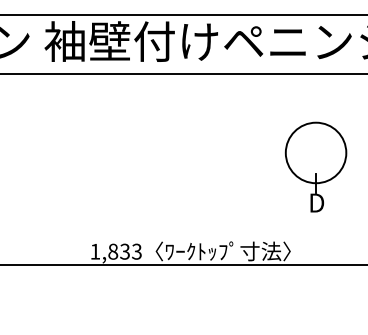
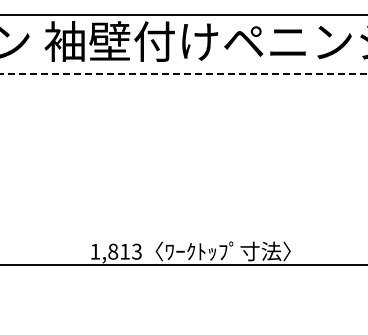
line at (184, 73): solid -> dashed
part at (315, 166): present -> none
text at (124, 251): 1,833 -> 1,813
